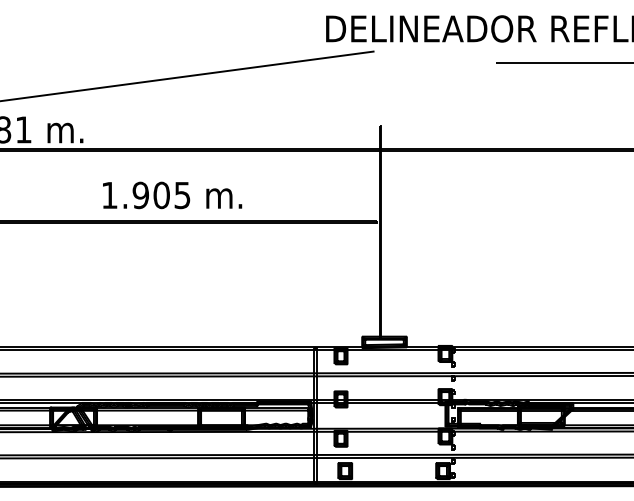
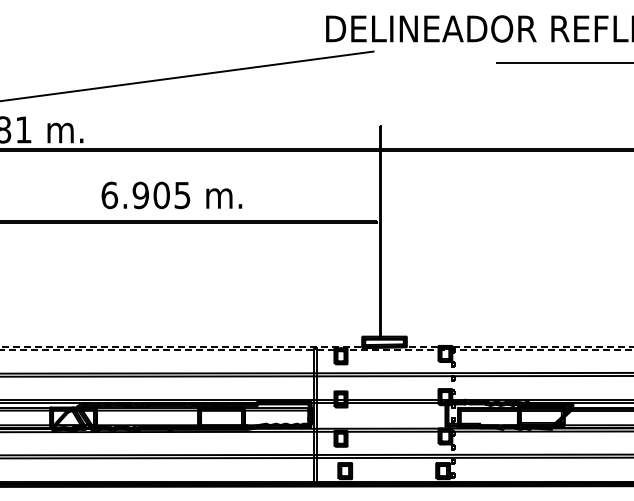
text at (109, 195): 1.905 -> 6.905
line at (0, 350): solid -> dashed
